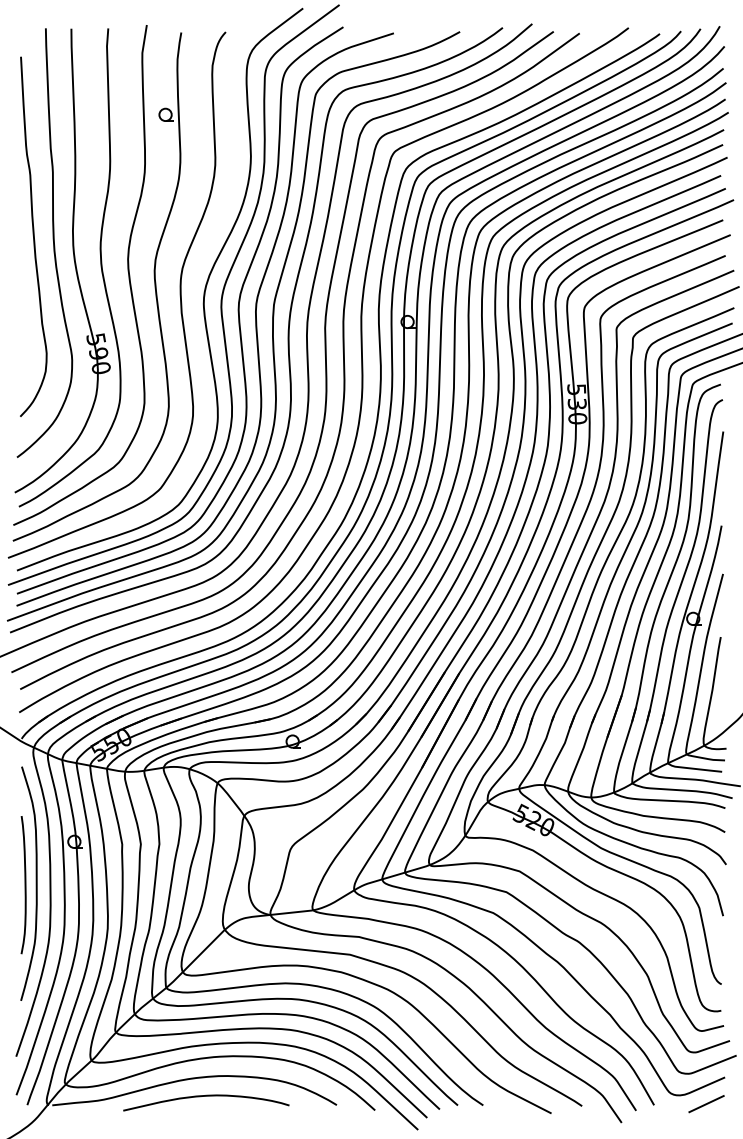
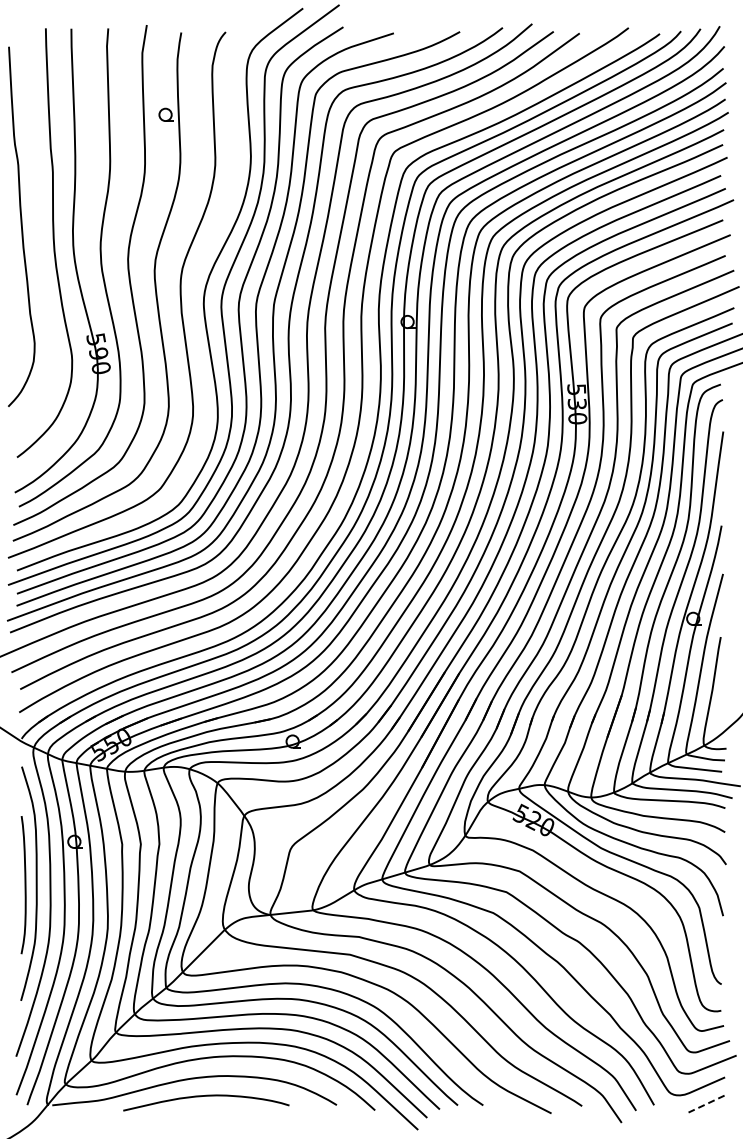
curve at (33, 236) position: (33, 236) -> (21, 226)
line at (706, 1104): solid -> dashed
